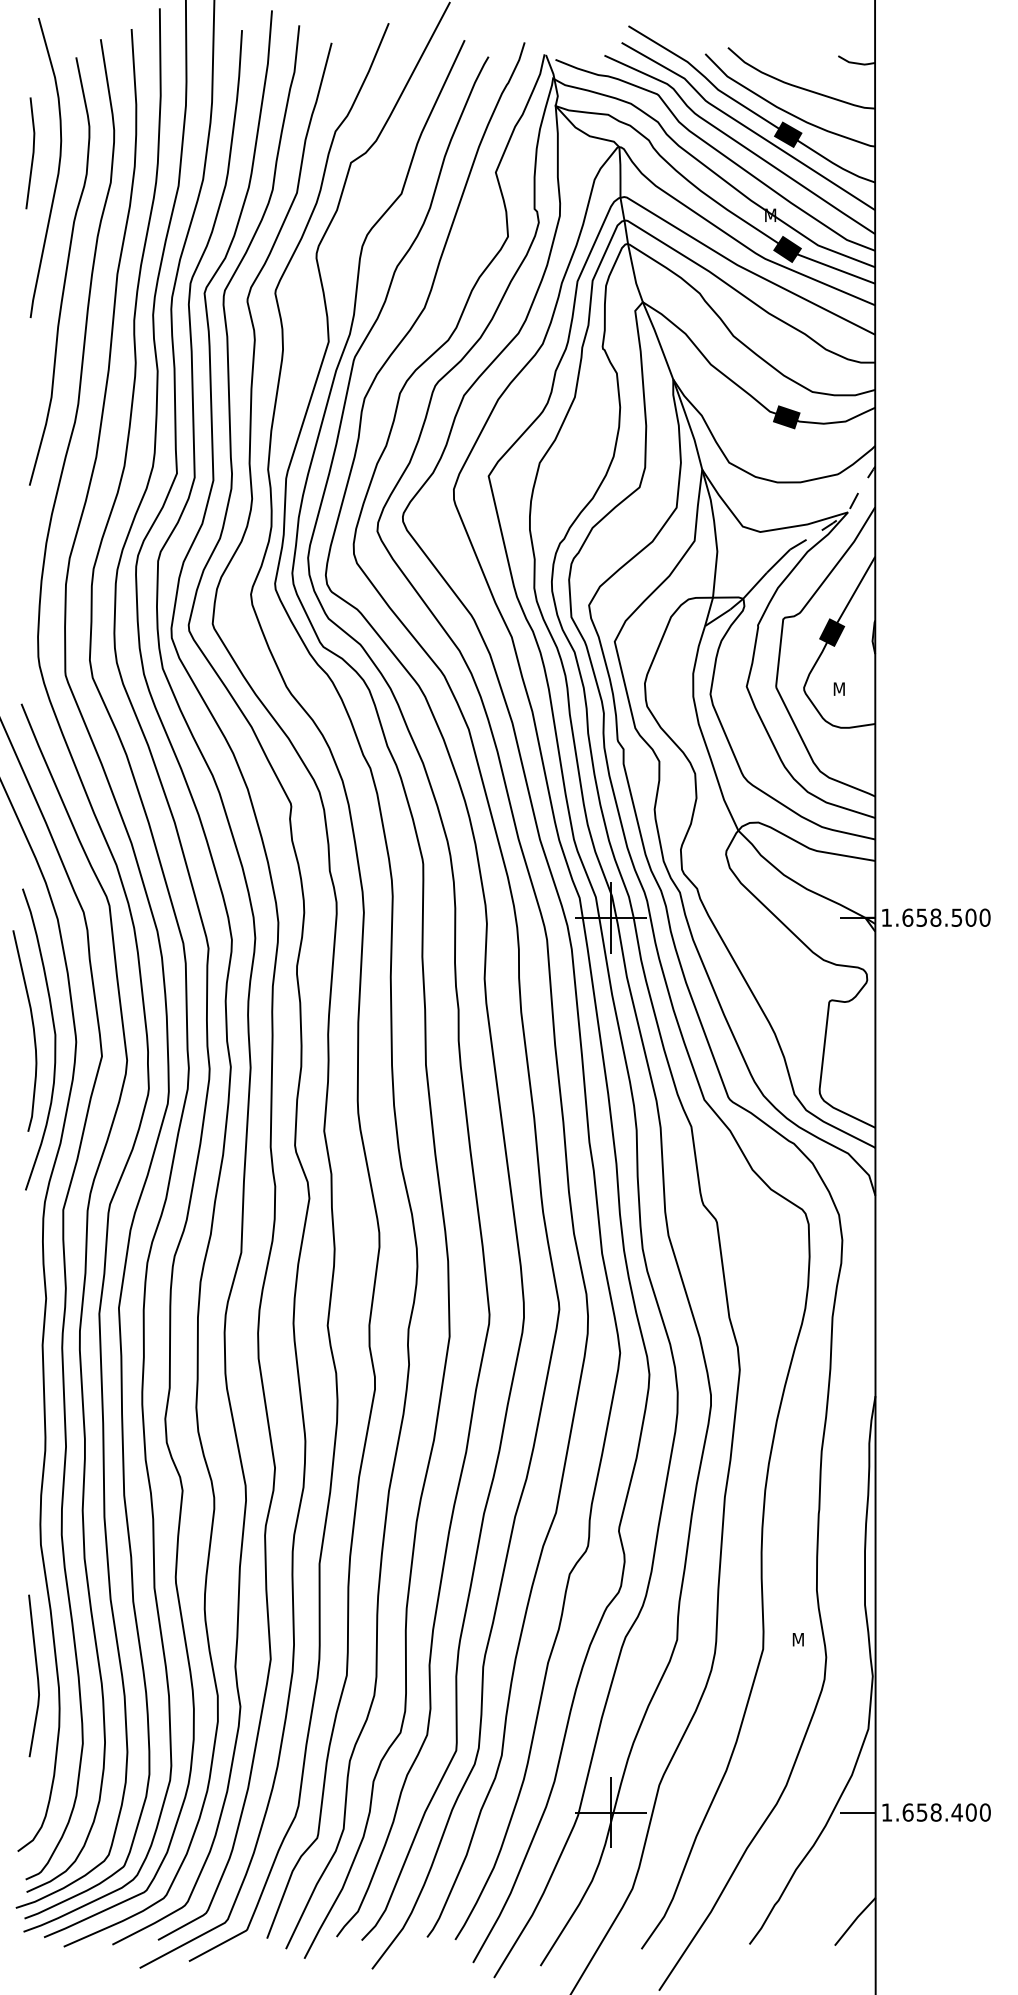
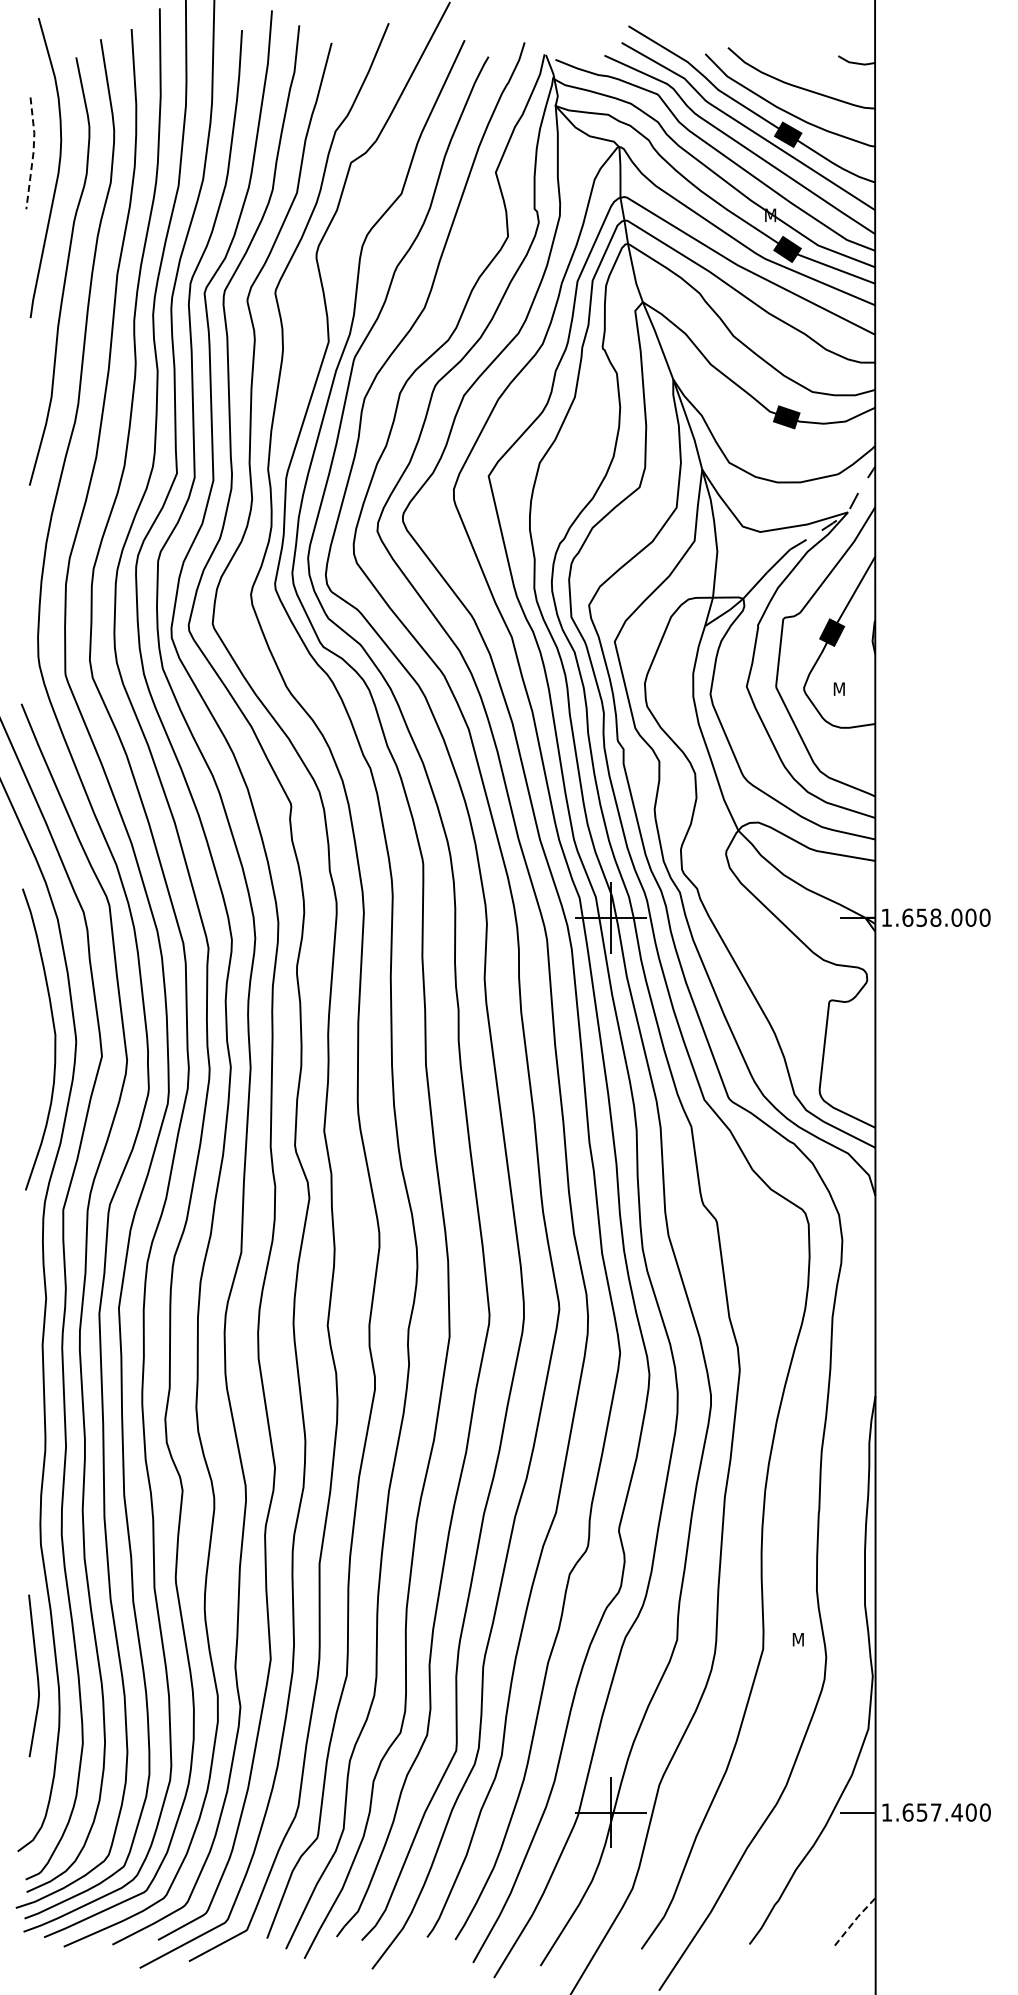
line at (33, 153): solid -> dashed
text at (956, 917): 1.658.500 -> 1.658.000
curve at (32, 1028): present -> none
text at (935, 1812): 1.658.400 -> 1.657.400
line at (855, 1920): solid -> dashed
